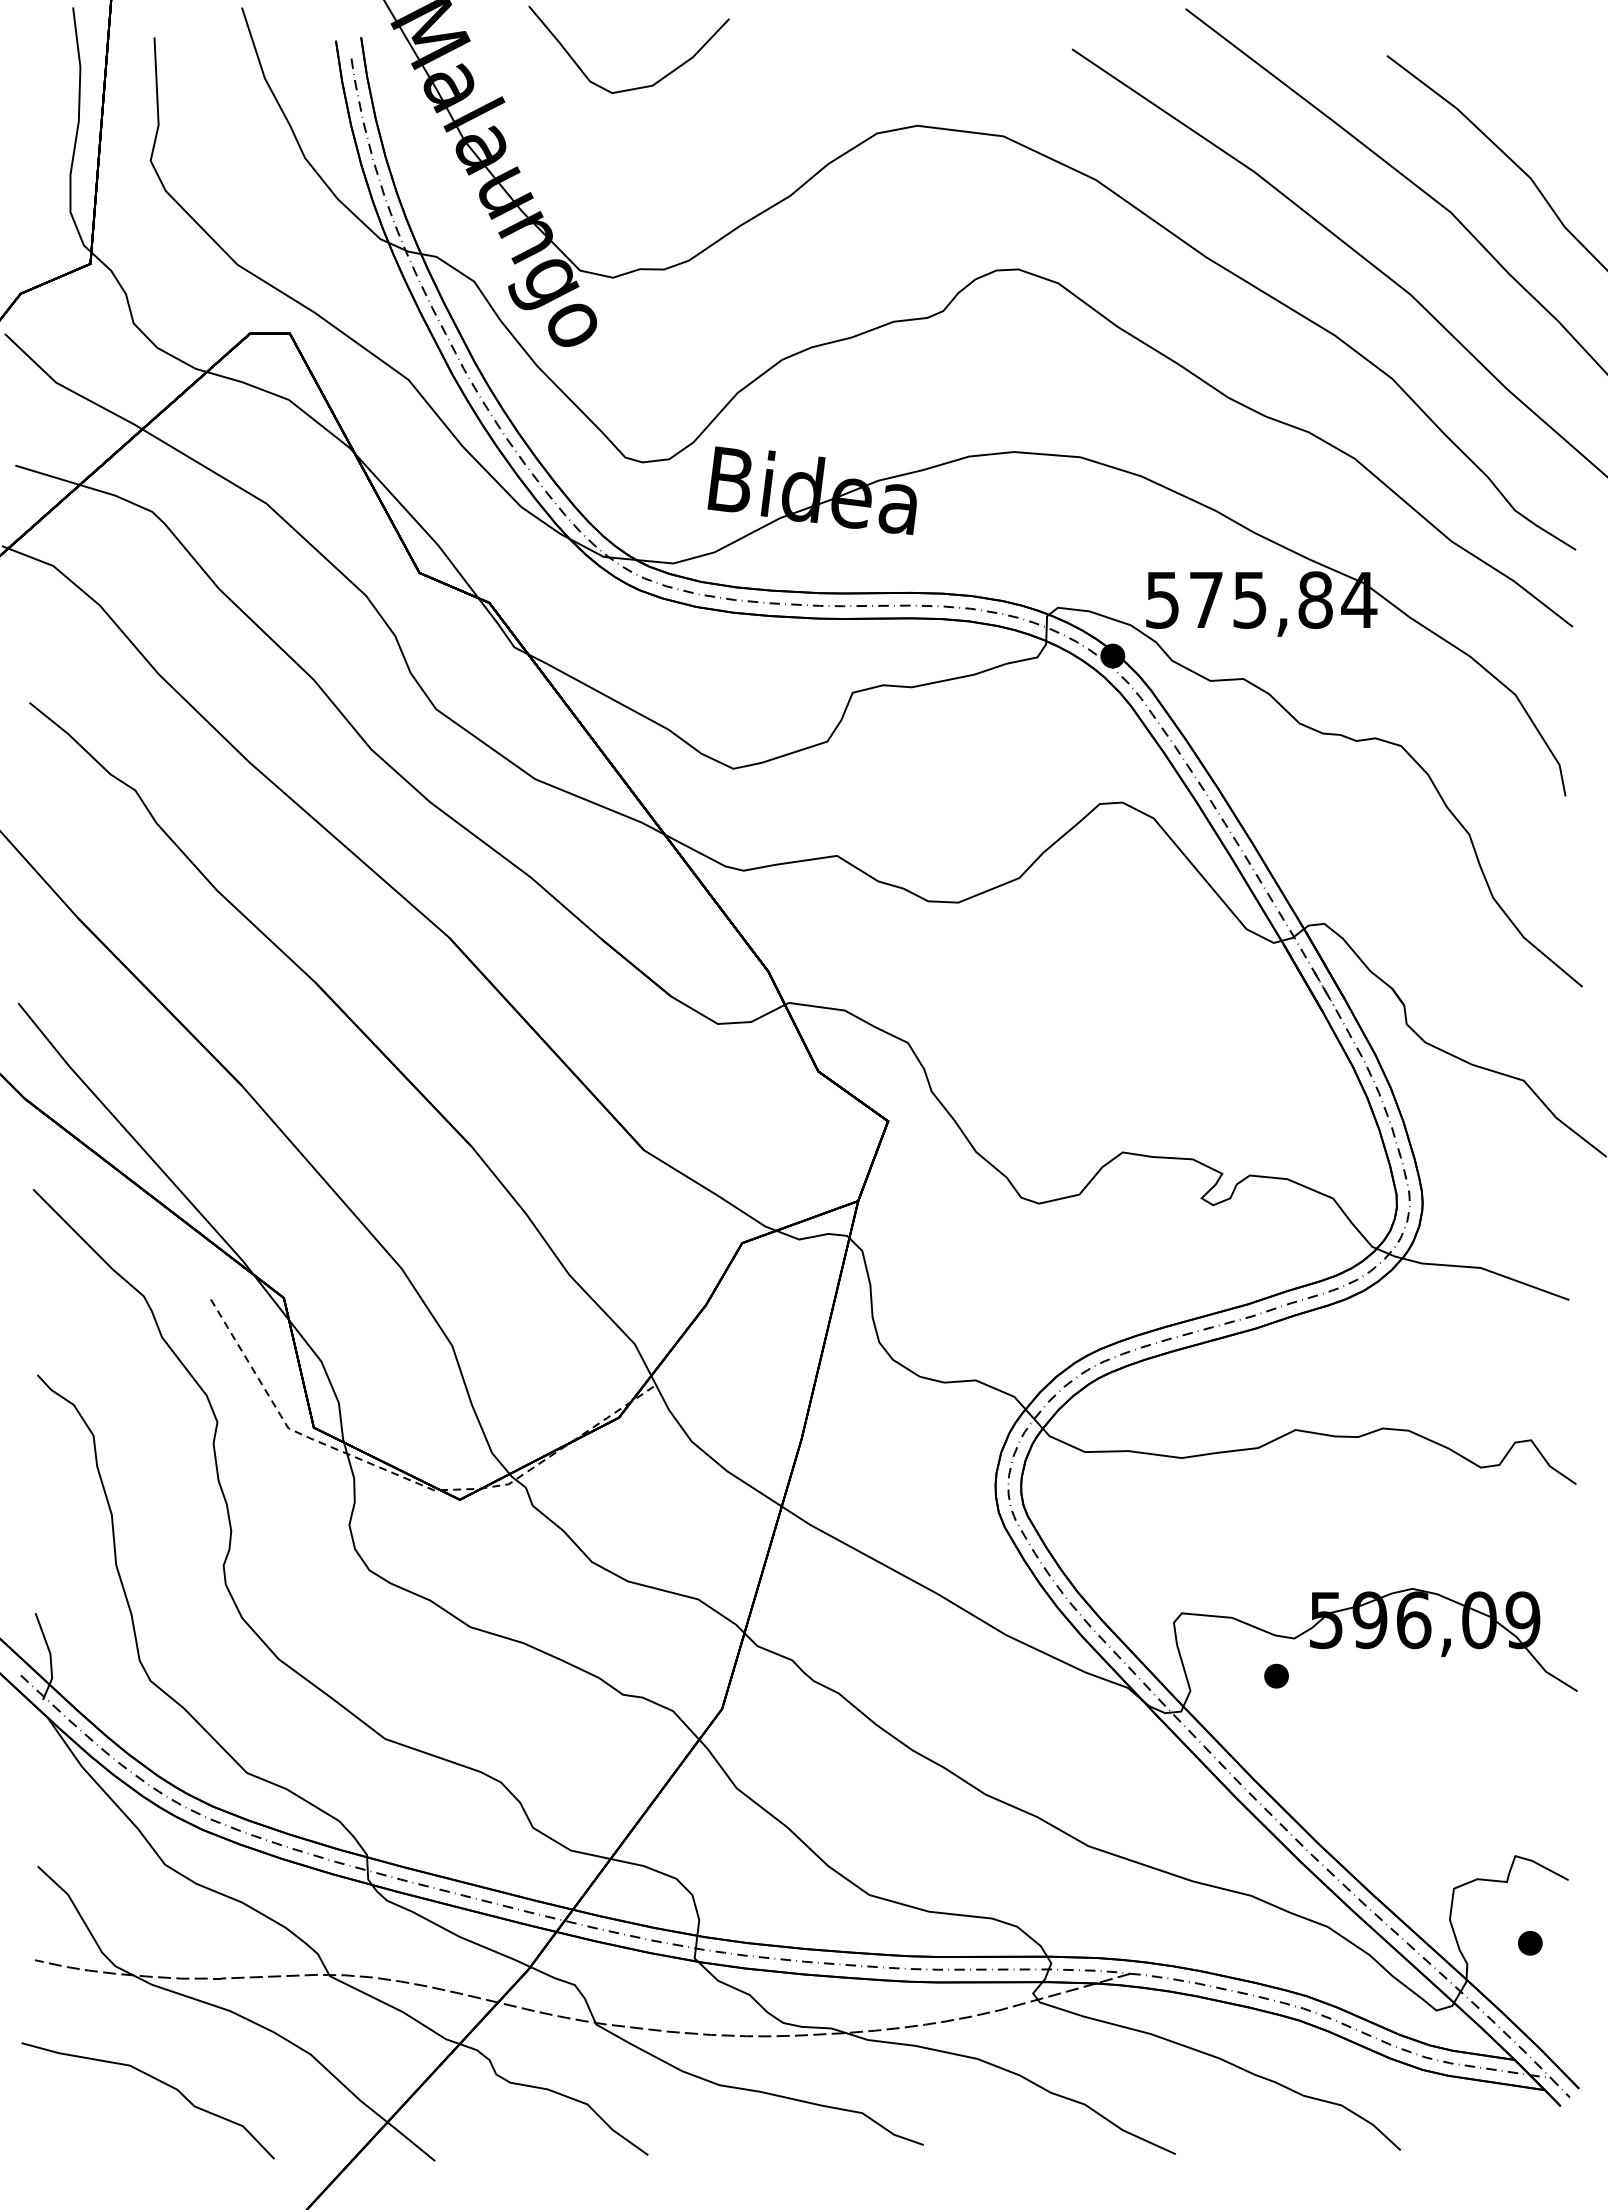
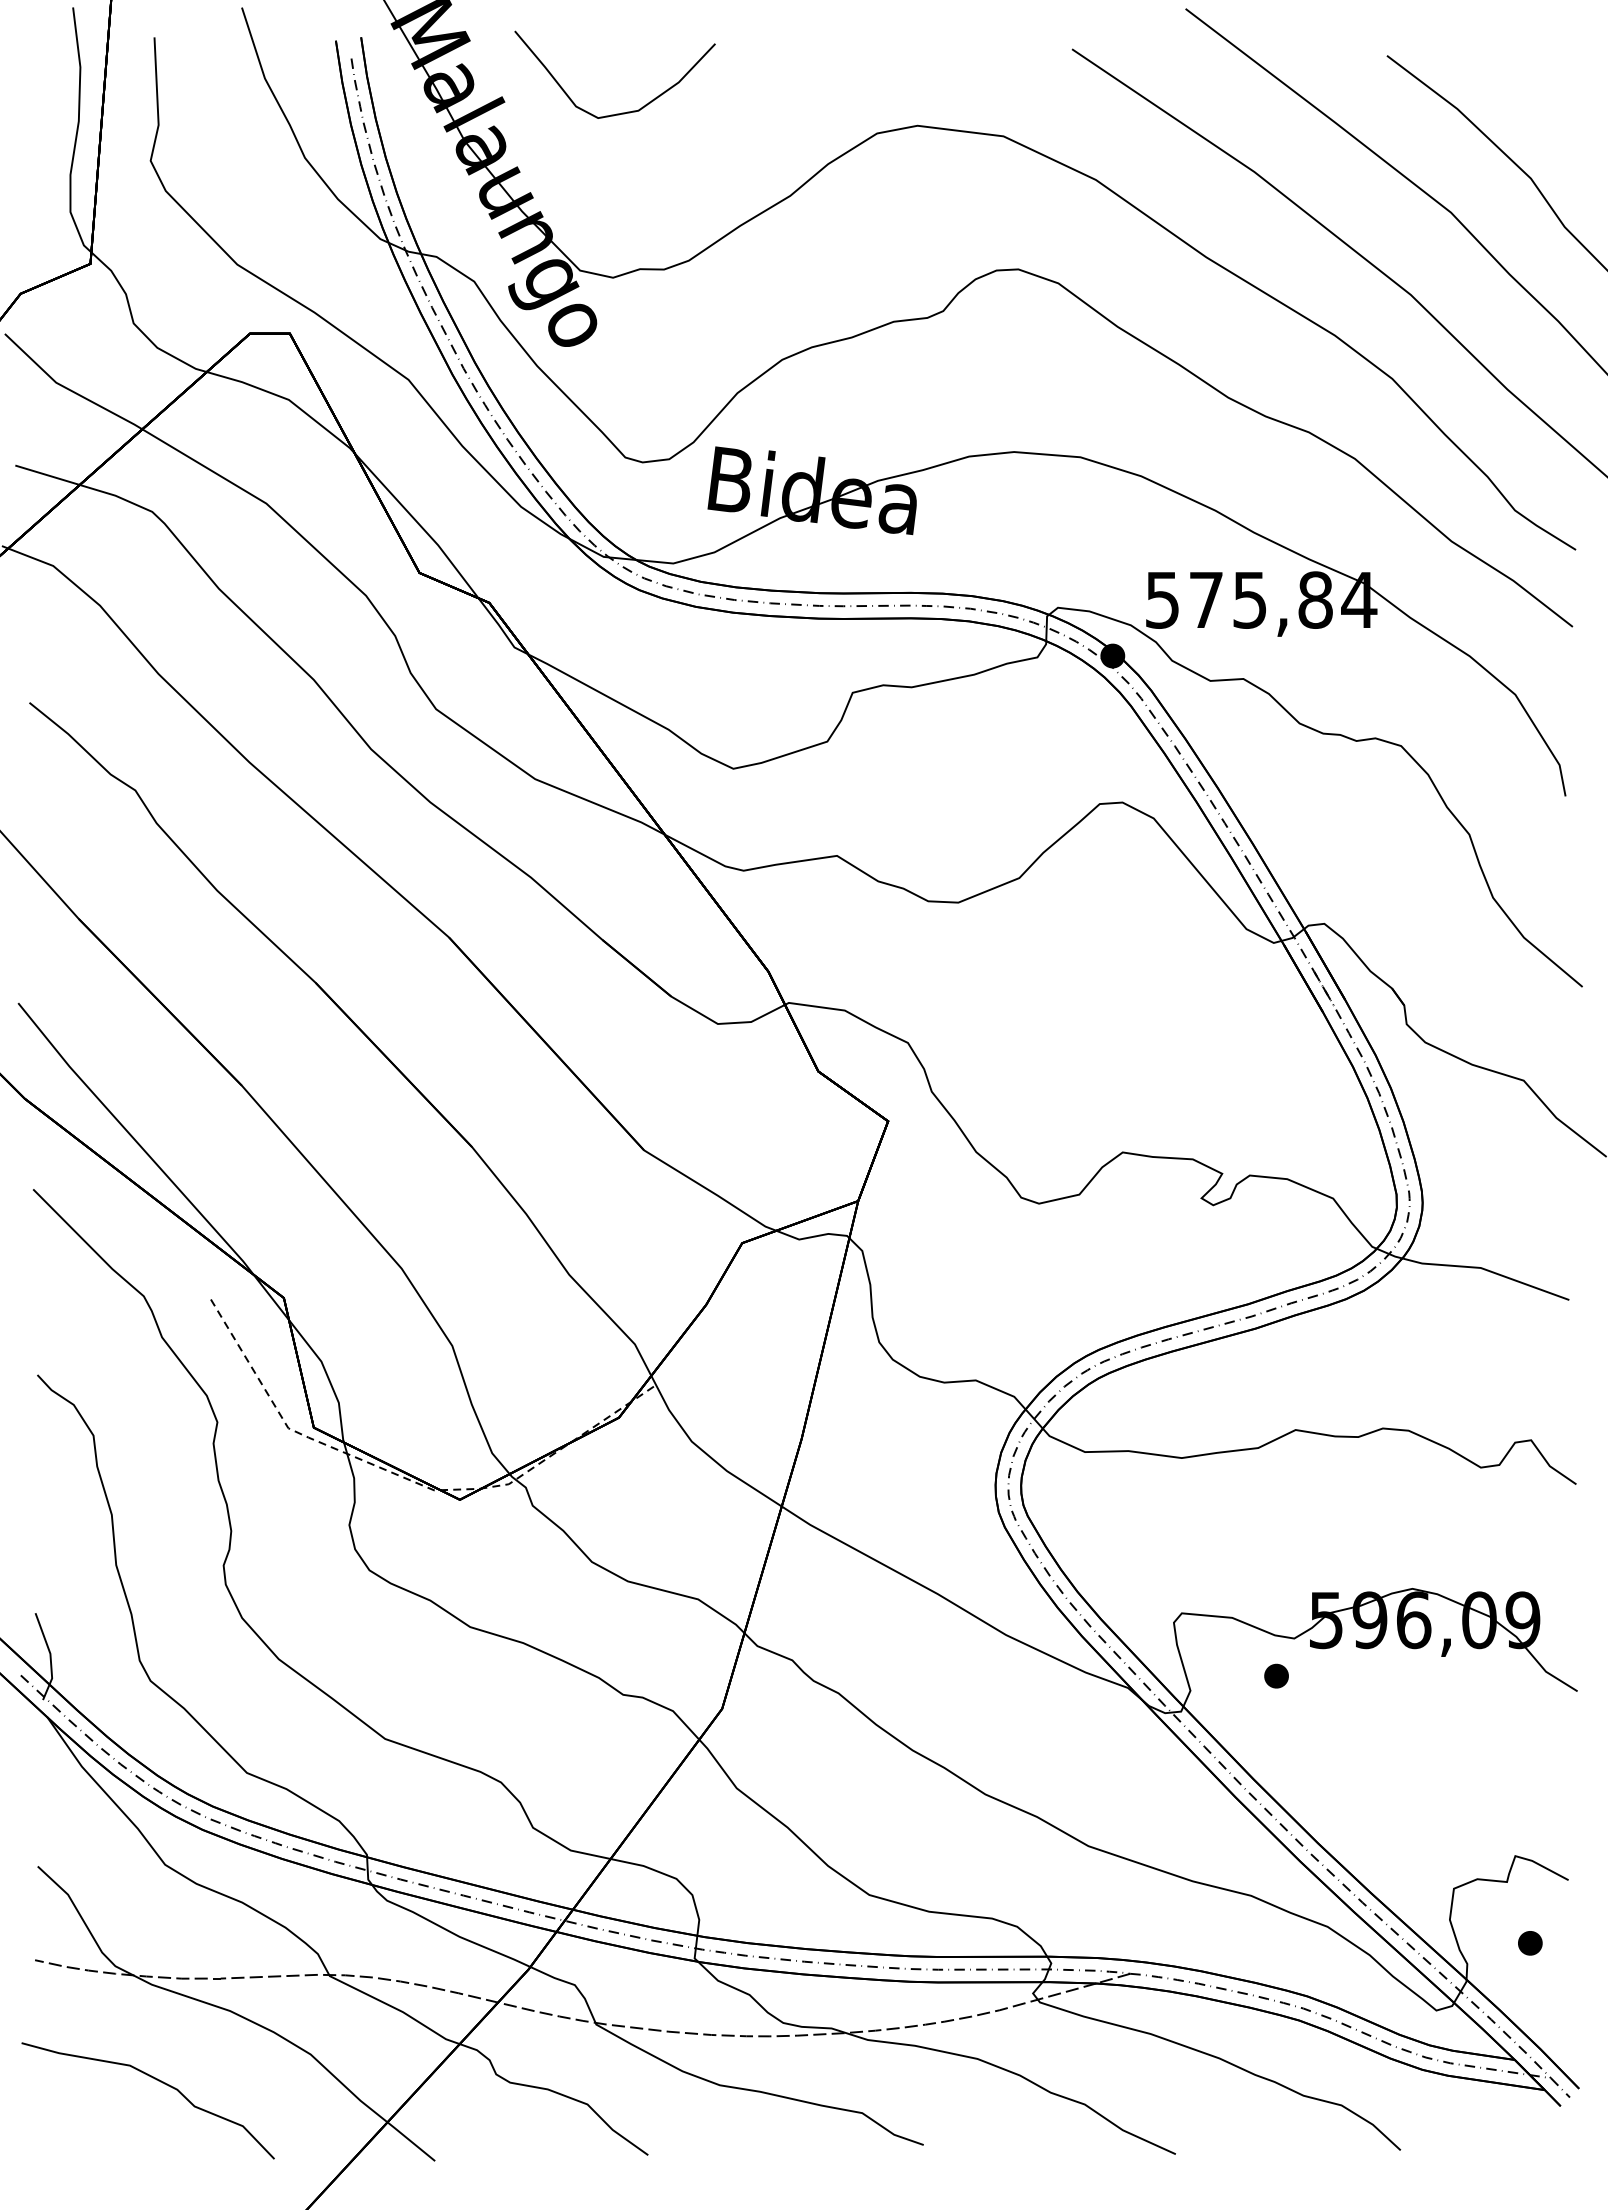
curve at (635, 87) position: (635, 87) -> (621, 112)
